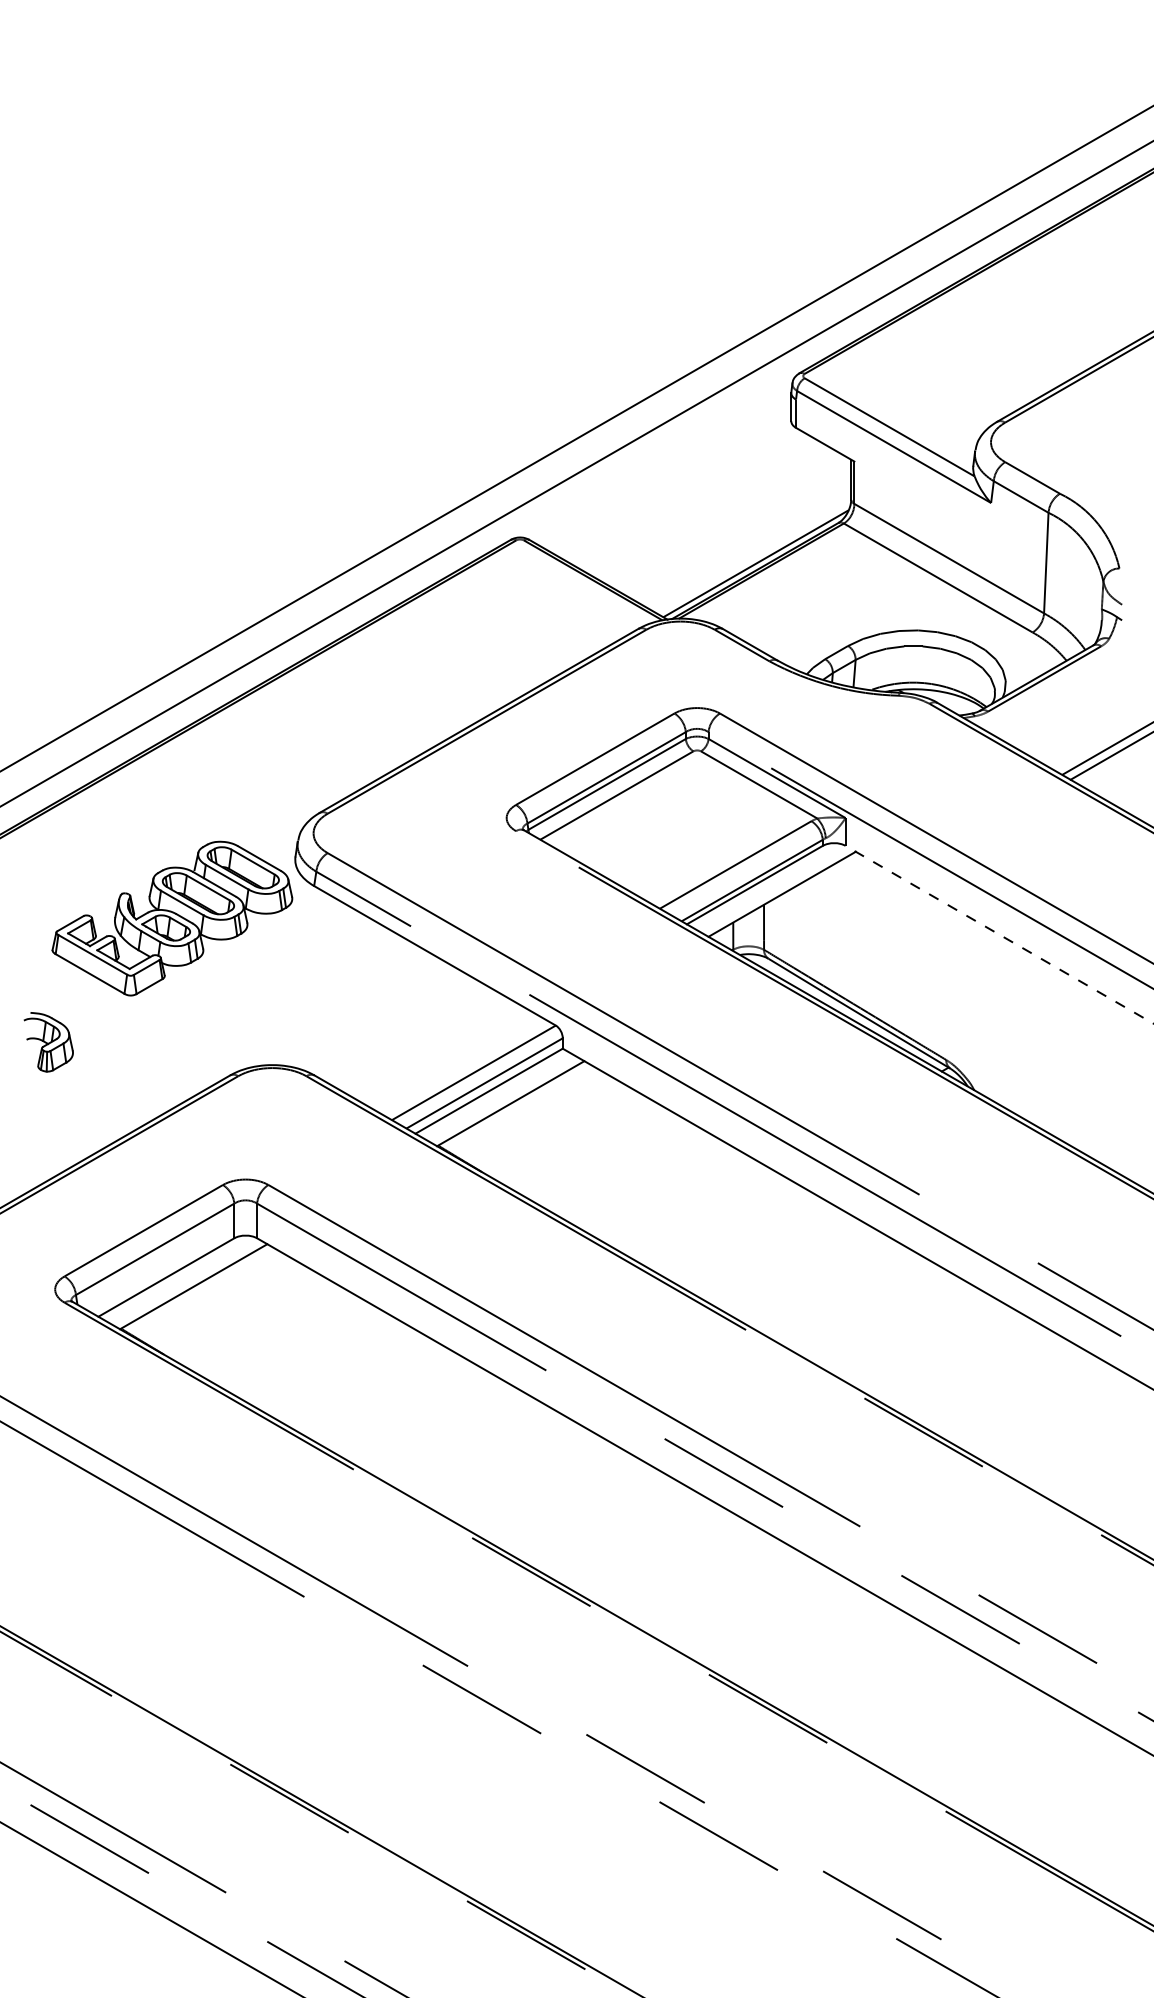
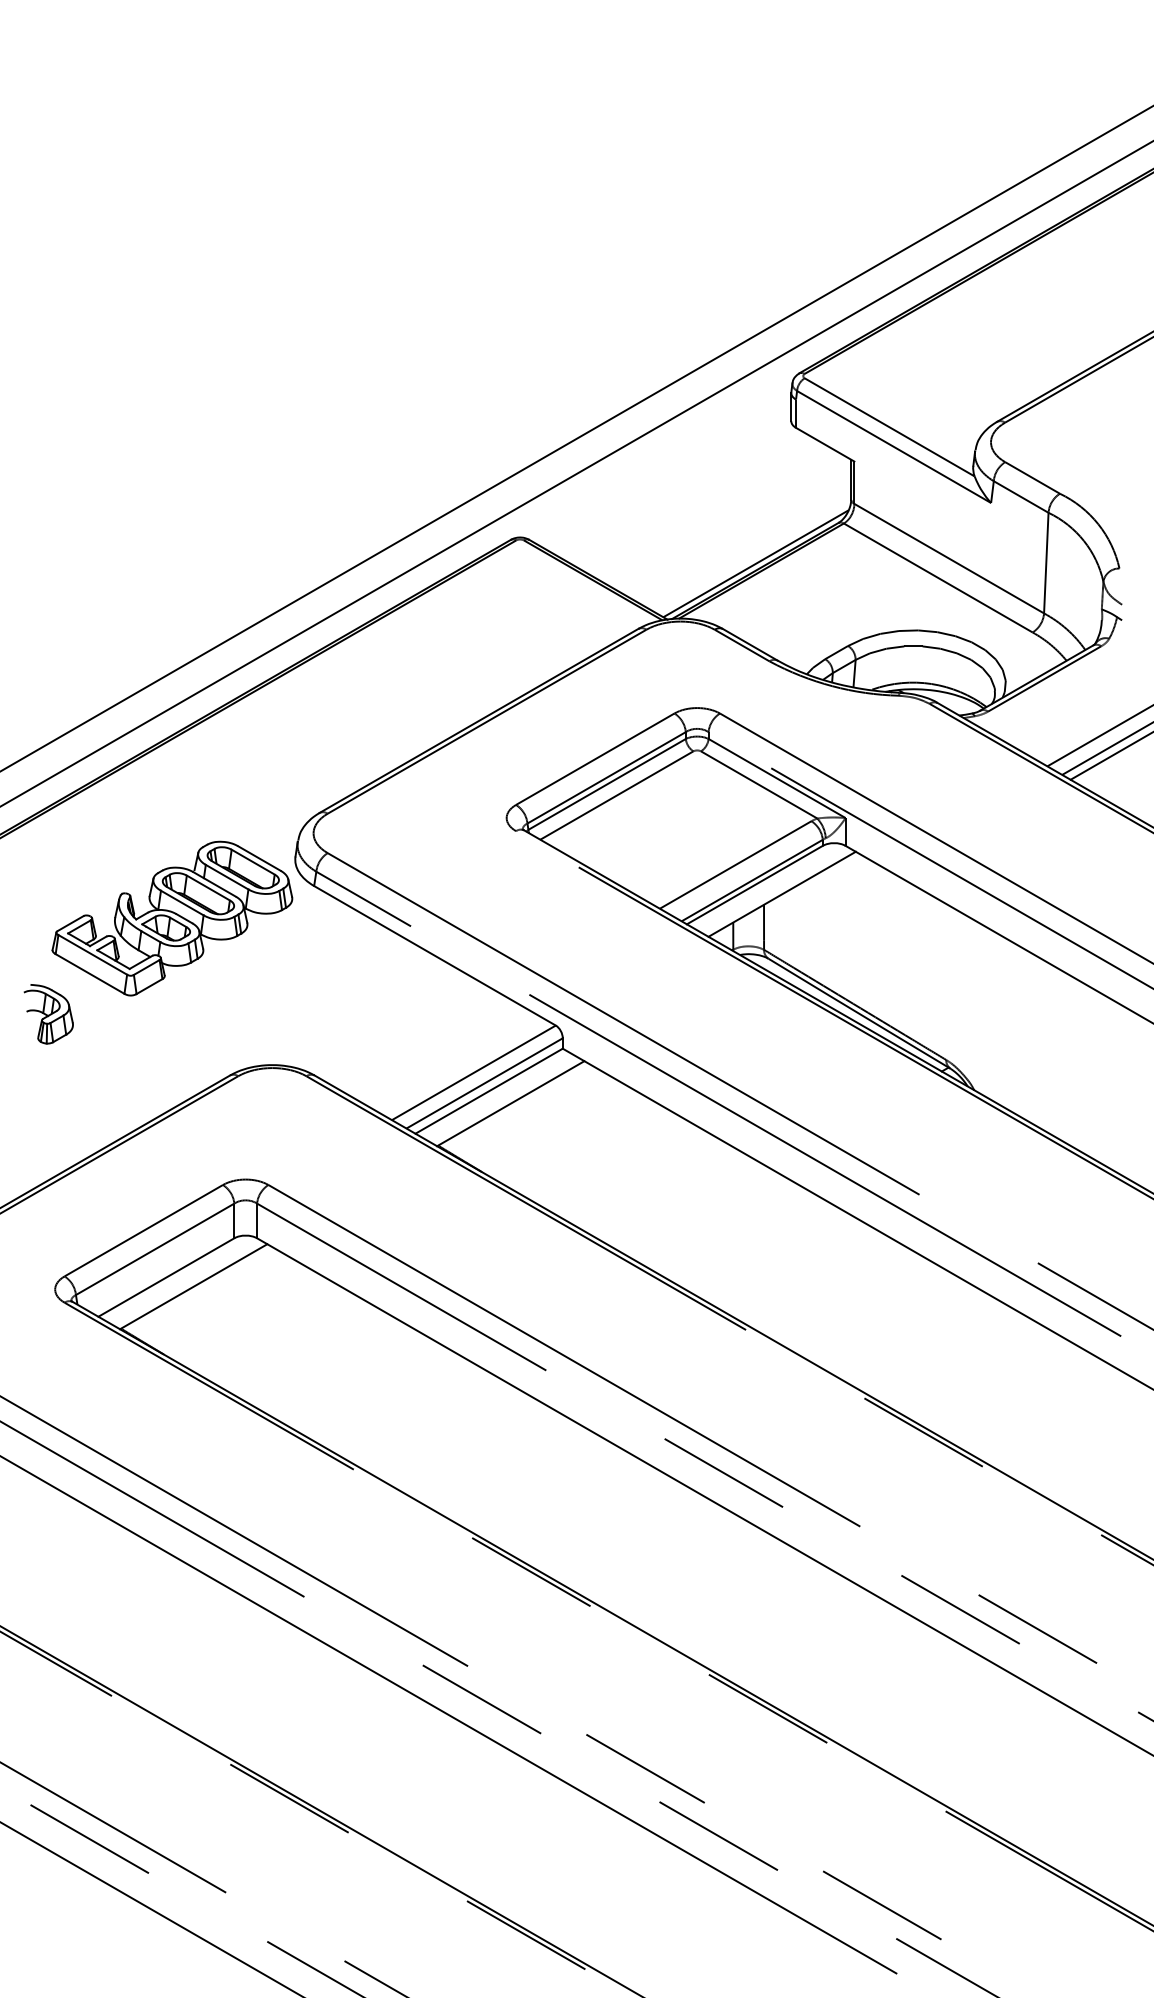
line at (1098, 736): none -> present
line at (999, 934): dashed -> solid
part at (48, 1042) position: (48, 1042) -> (48, 1014)
line at (449, 1715): none -> present
